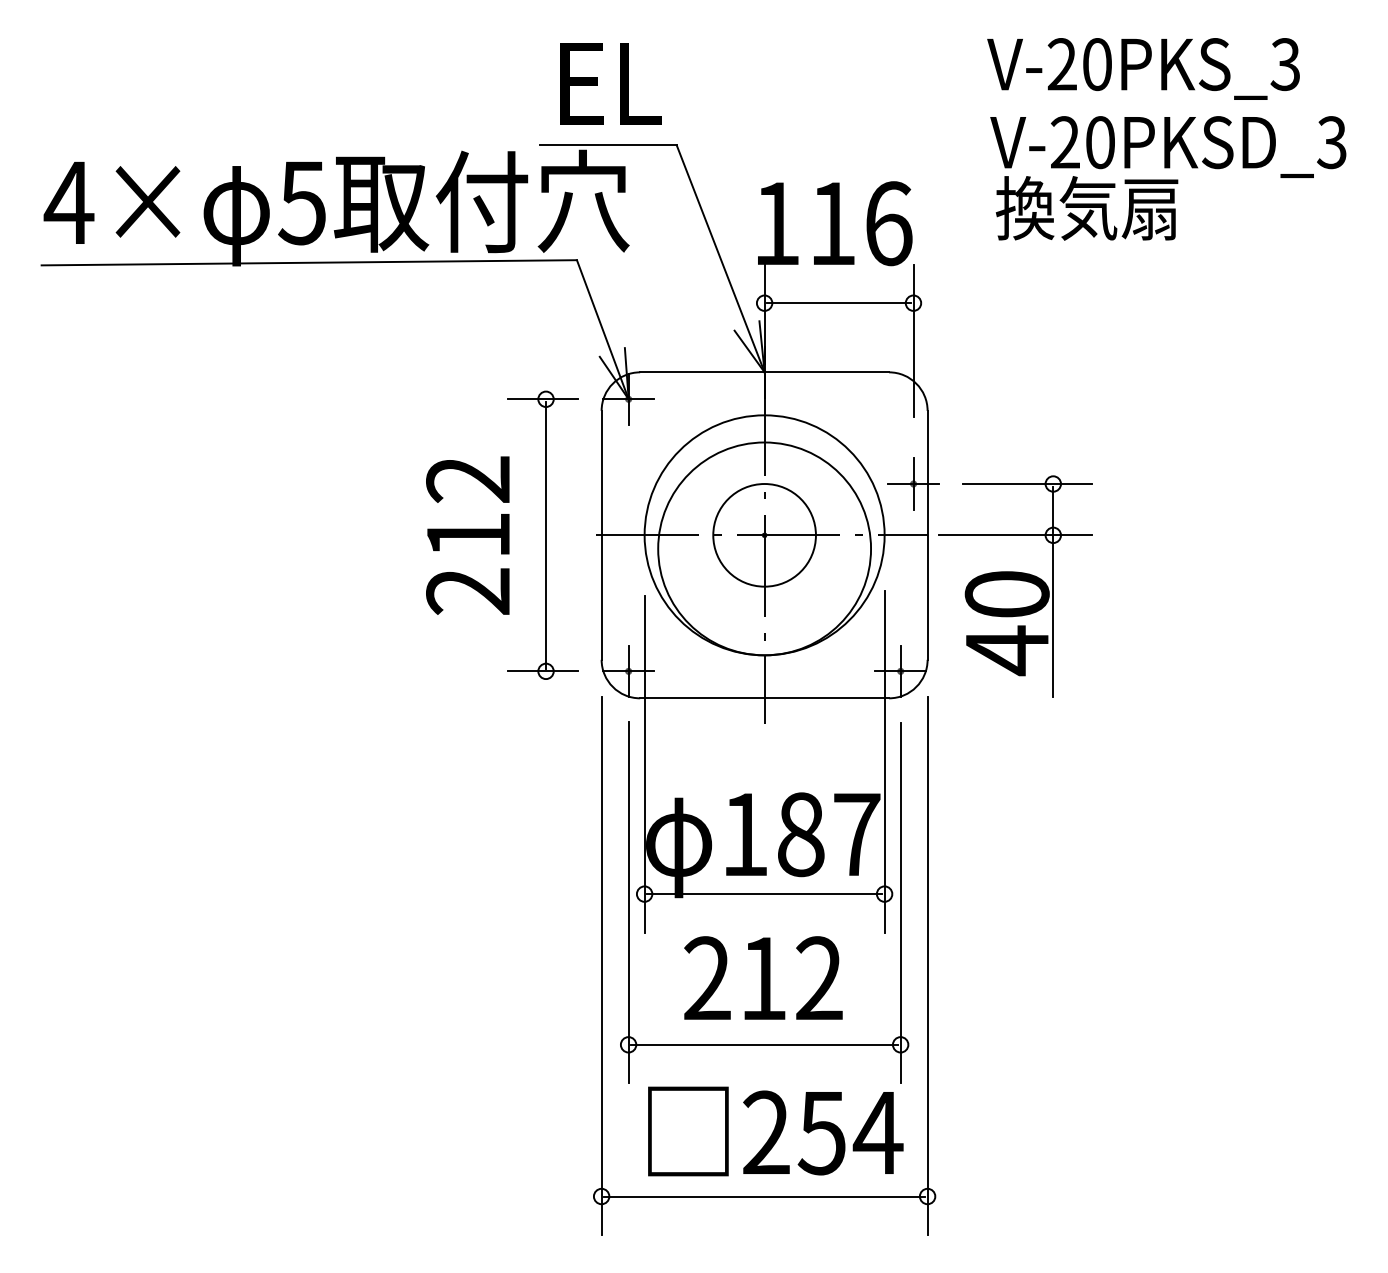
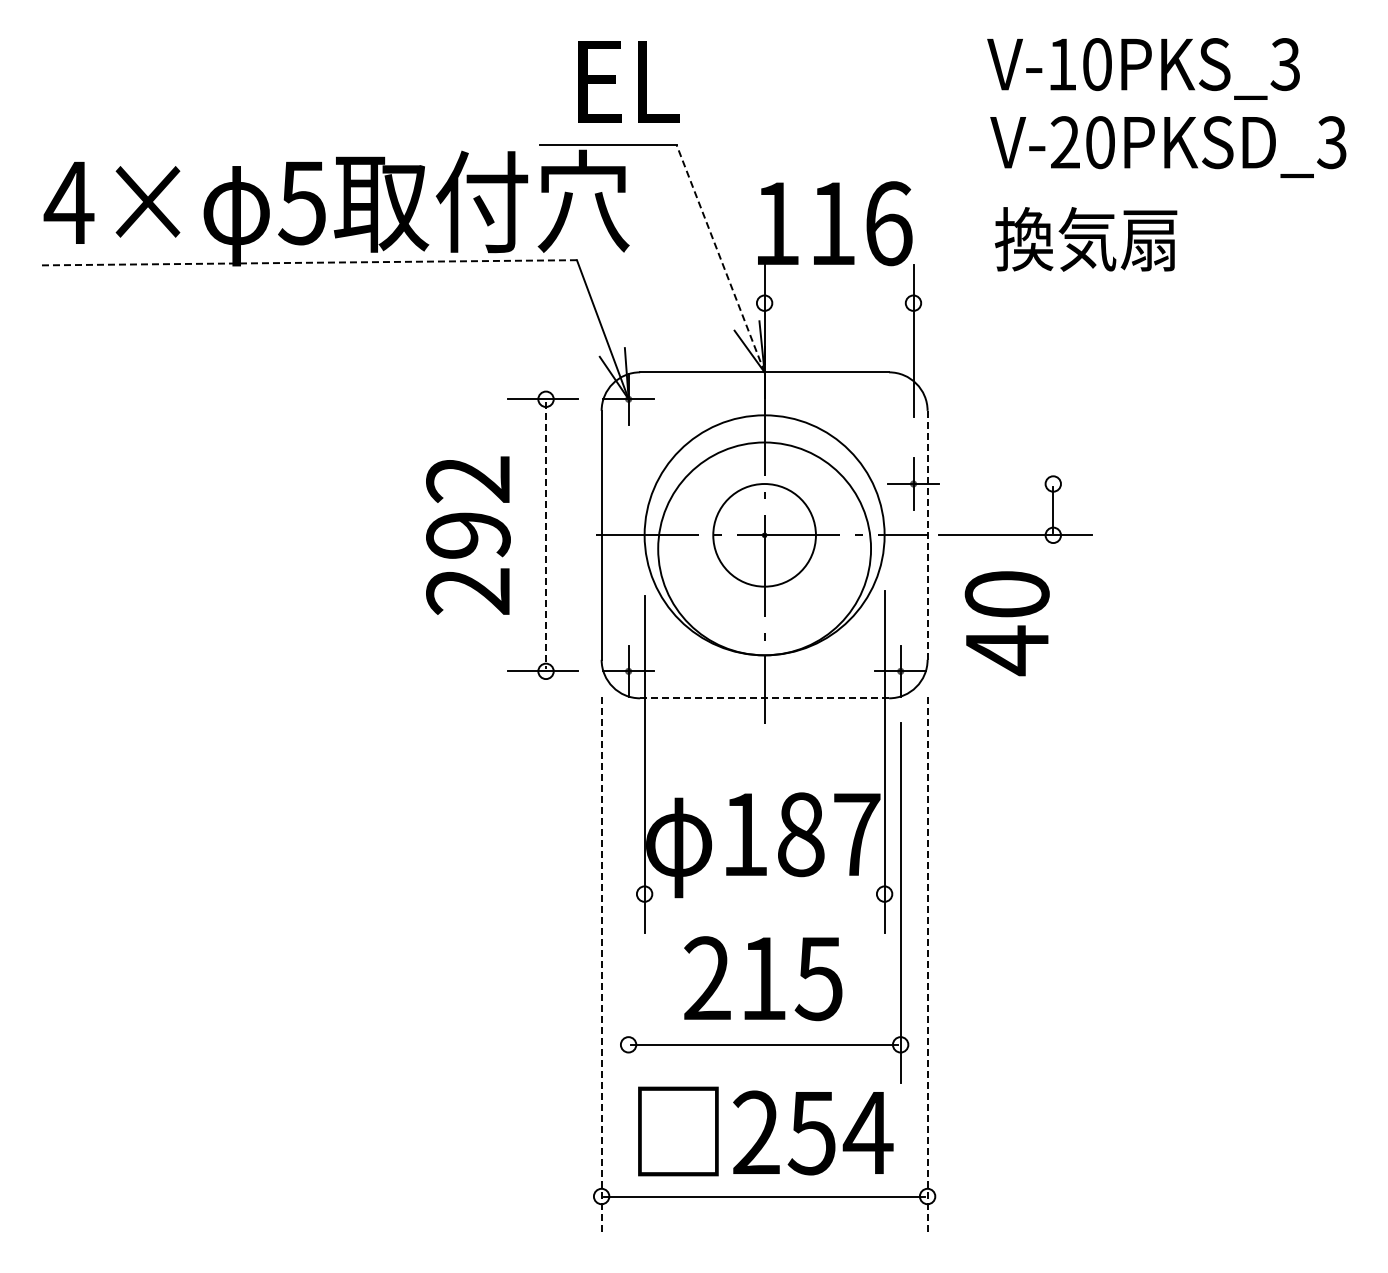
text at (1061, 64): V-20PKS_3 -> V-10PKS_3
text at (610, 83) position: (610, 83) -> (628, 81)
text at (1086, 208) position: (1086, 208) -> (1085, 239)
line at (720, 258): solid -> dashed
line at (309, 262): solid -> dashed
line at (838, 303): present -> none
line at (1026, 484): present -> none
line at (927, 534): solid -> dashed
text at (468, 535): 212 -> 292
line at (546, 535): solid -> dashed
line at (1053, 616): present -> none
line at (764, 698): solid -> dashed
line at (764, 894): present -> none
line at (628, 902): present -> none
line at (601, 966): solid -> dashed
line at (927, 966): solid -> dashed
text at (818, 978): 212 -> 215
text at (775, 1131) position: (775, 1131) -> (765, 1131)
